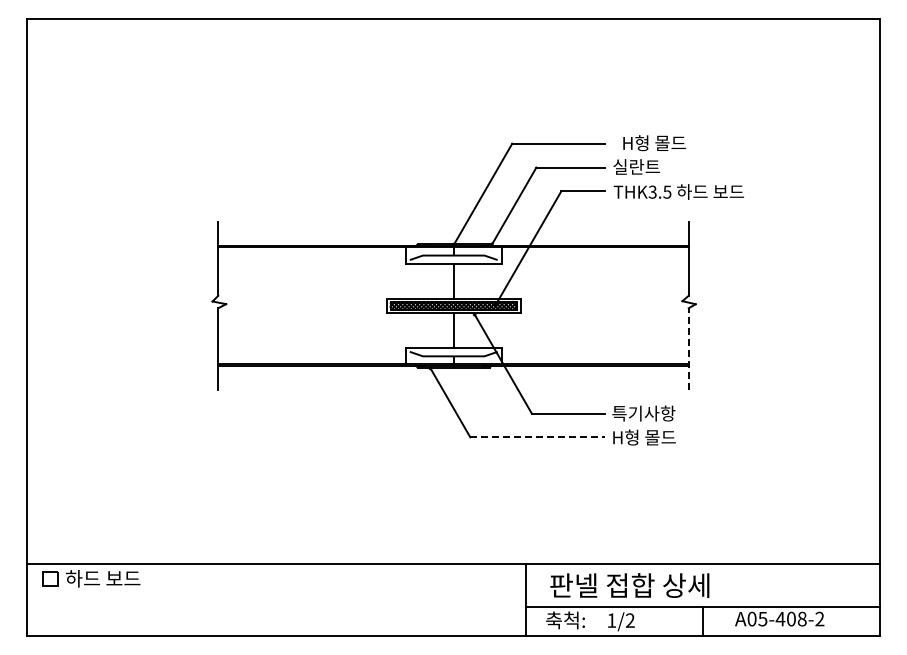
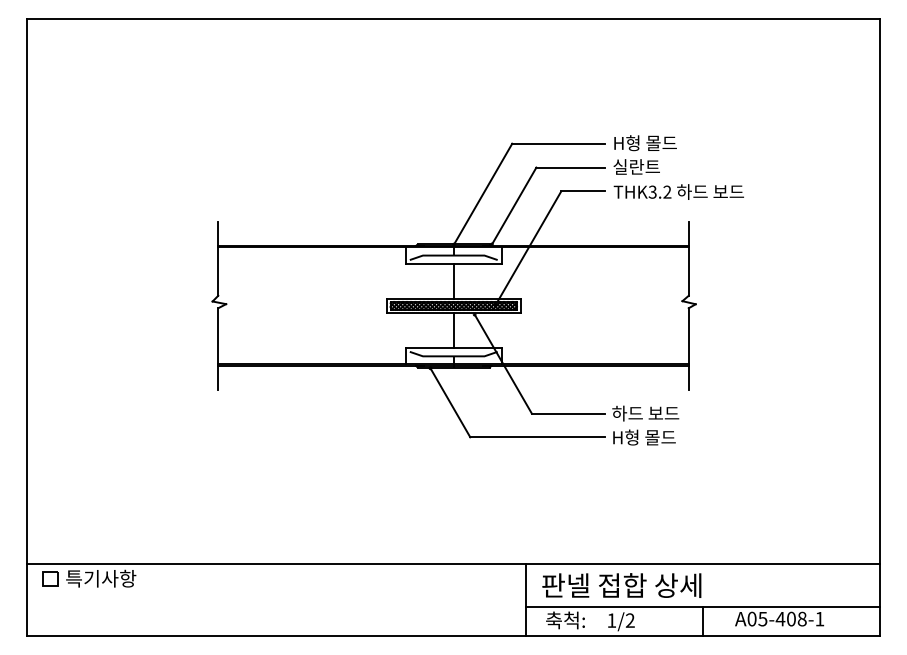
text at (654, 143) position: (654, 143) -> (645, 143)
text at (667, 191): THK3.5 -> THK3.2
line at (688, 348): dashed -> solid
text at (645, 413): 특기사항 -> 하드 보드
line at (537, 437): dashed -> solid
text at (103, 578): 하드 보드 -> 특기사항
text at (629, 585) position: (629, 585) -> (621, 585)
text at (819, 618): A05-408-2 -> A05-408-1
